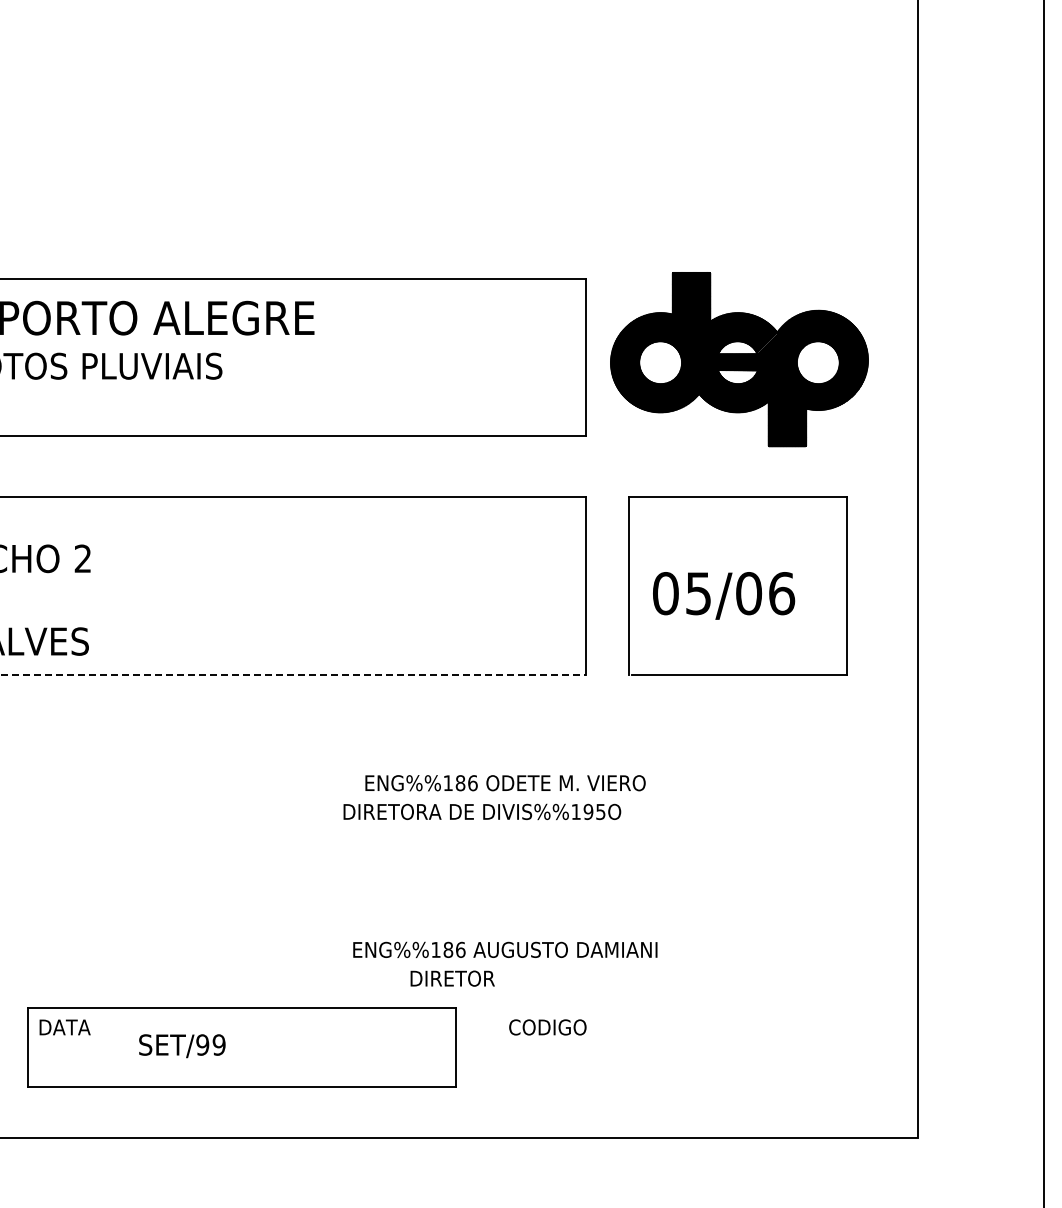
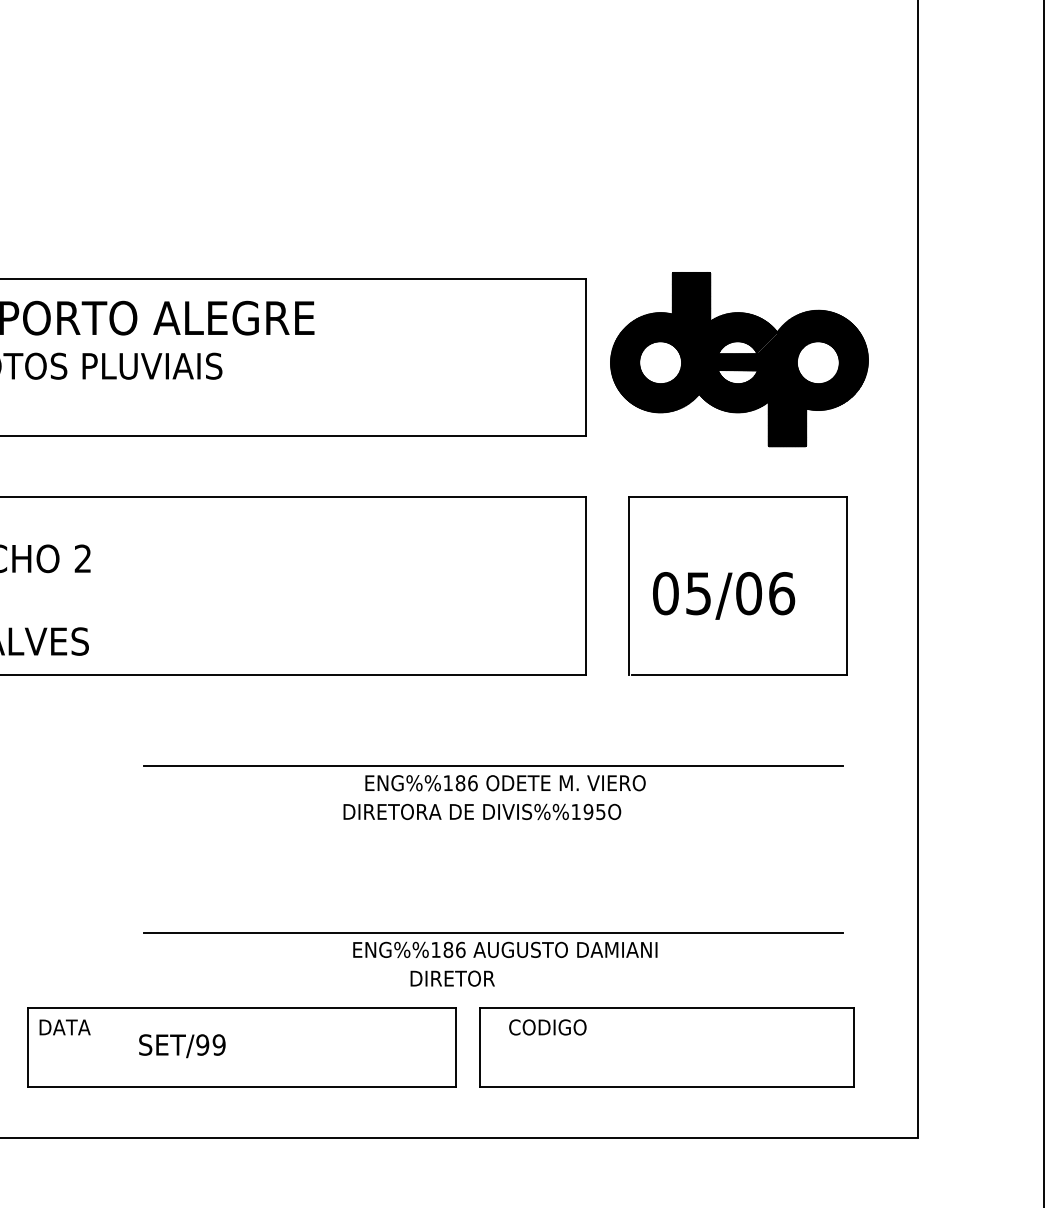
line at (293, 674): dashed -> solid
line at (493, 765): none -> present
line at (493, 932): none -> present
part at (666, 1047): none -> present
